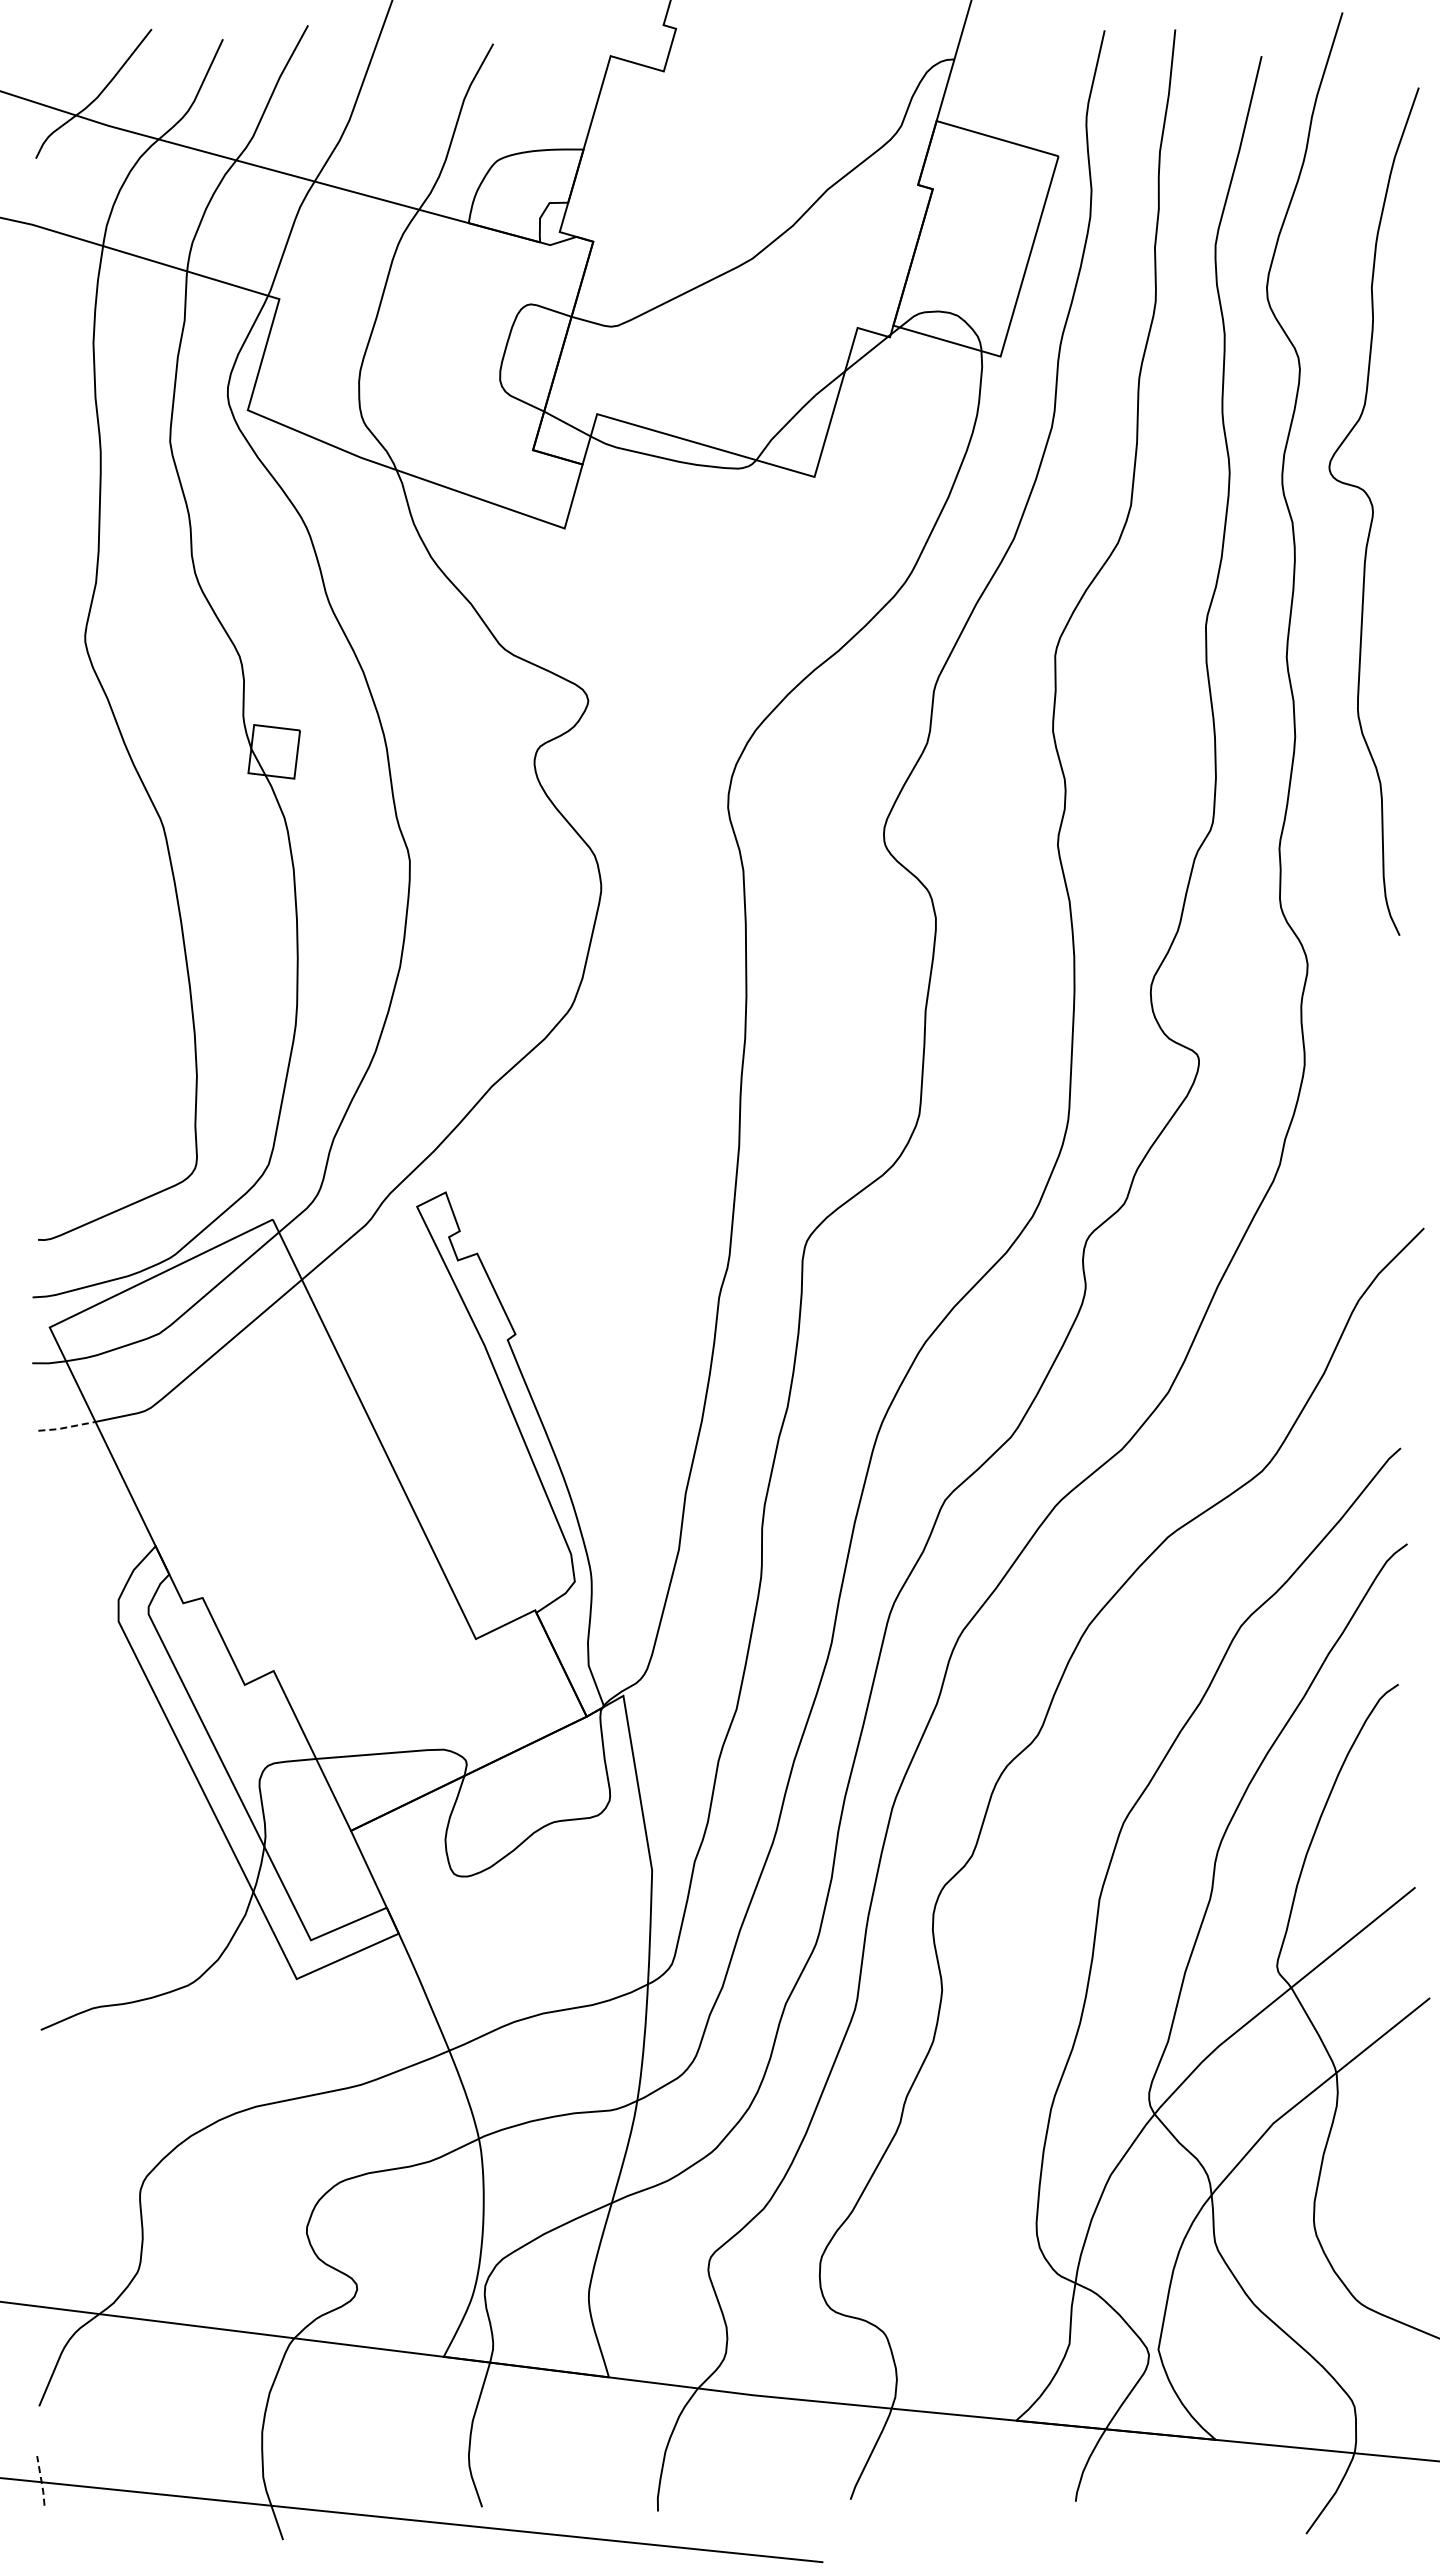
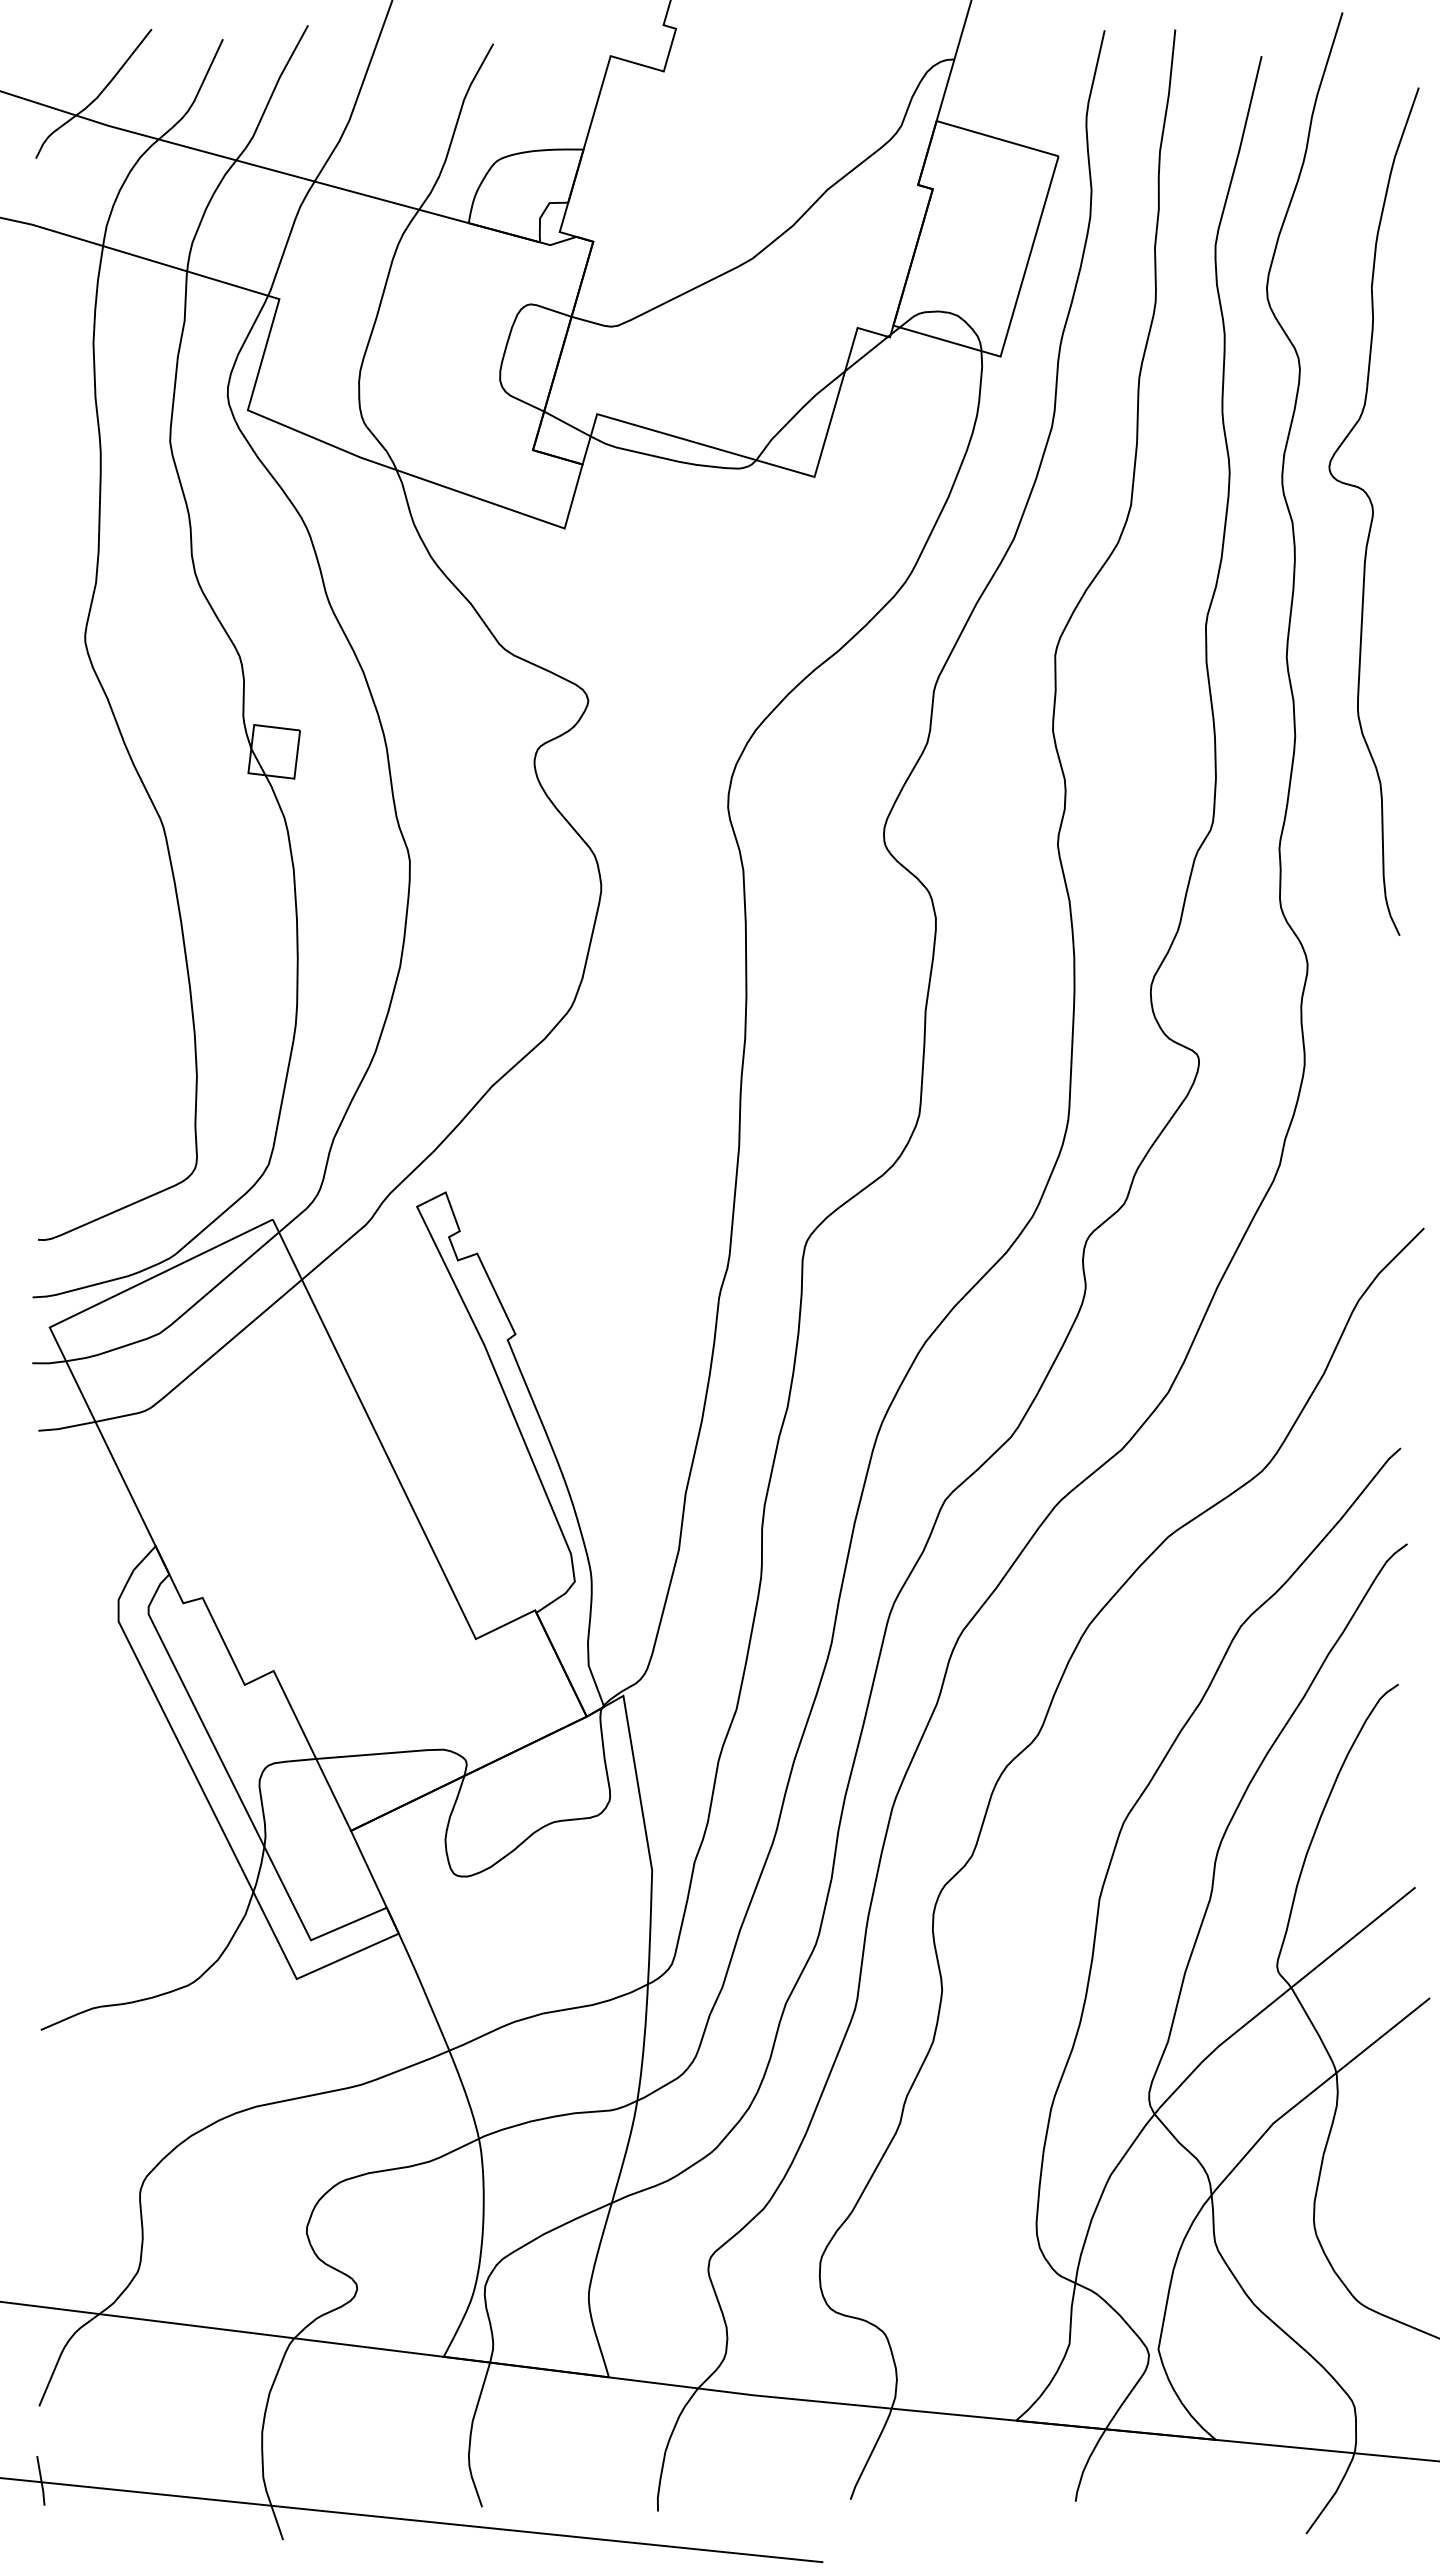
line at (66, 1427): dashed -> solid
line at (41, 2481): dashed -> solid
